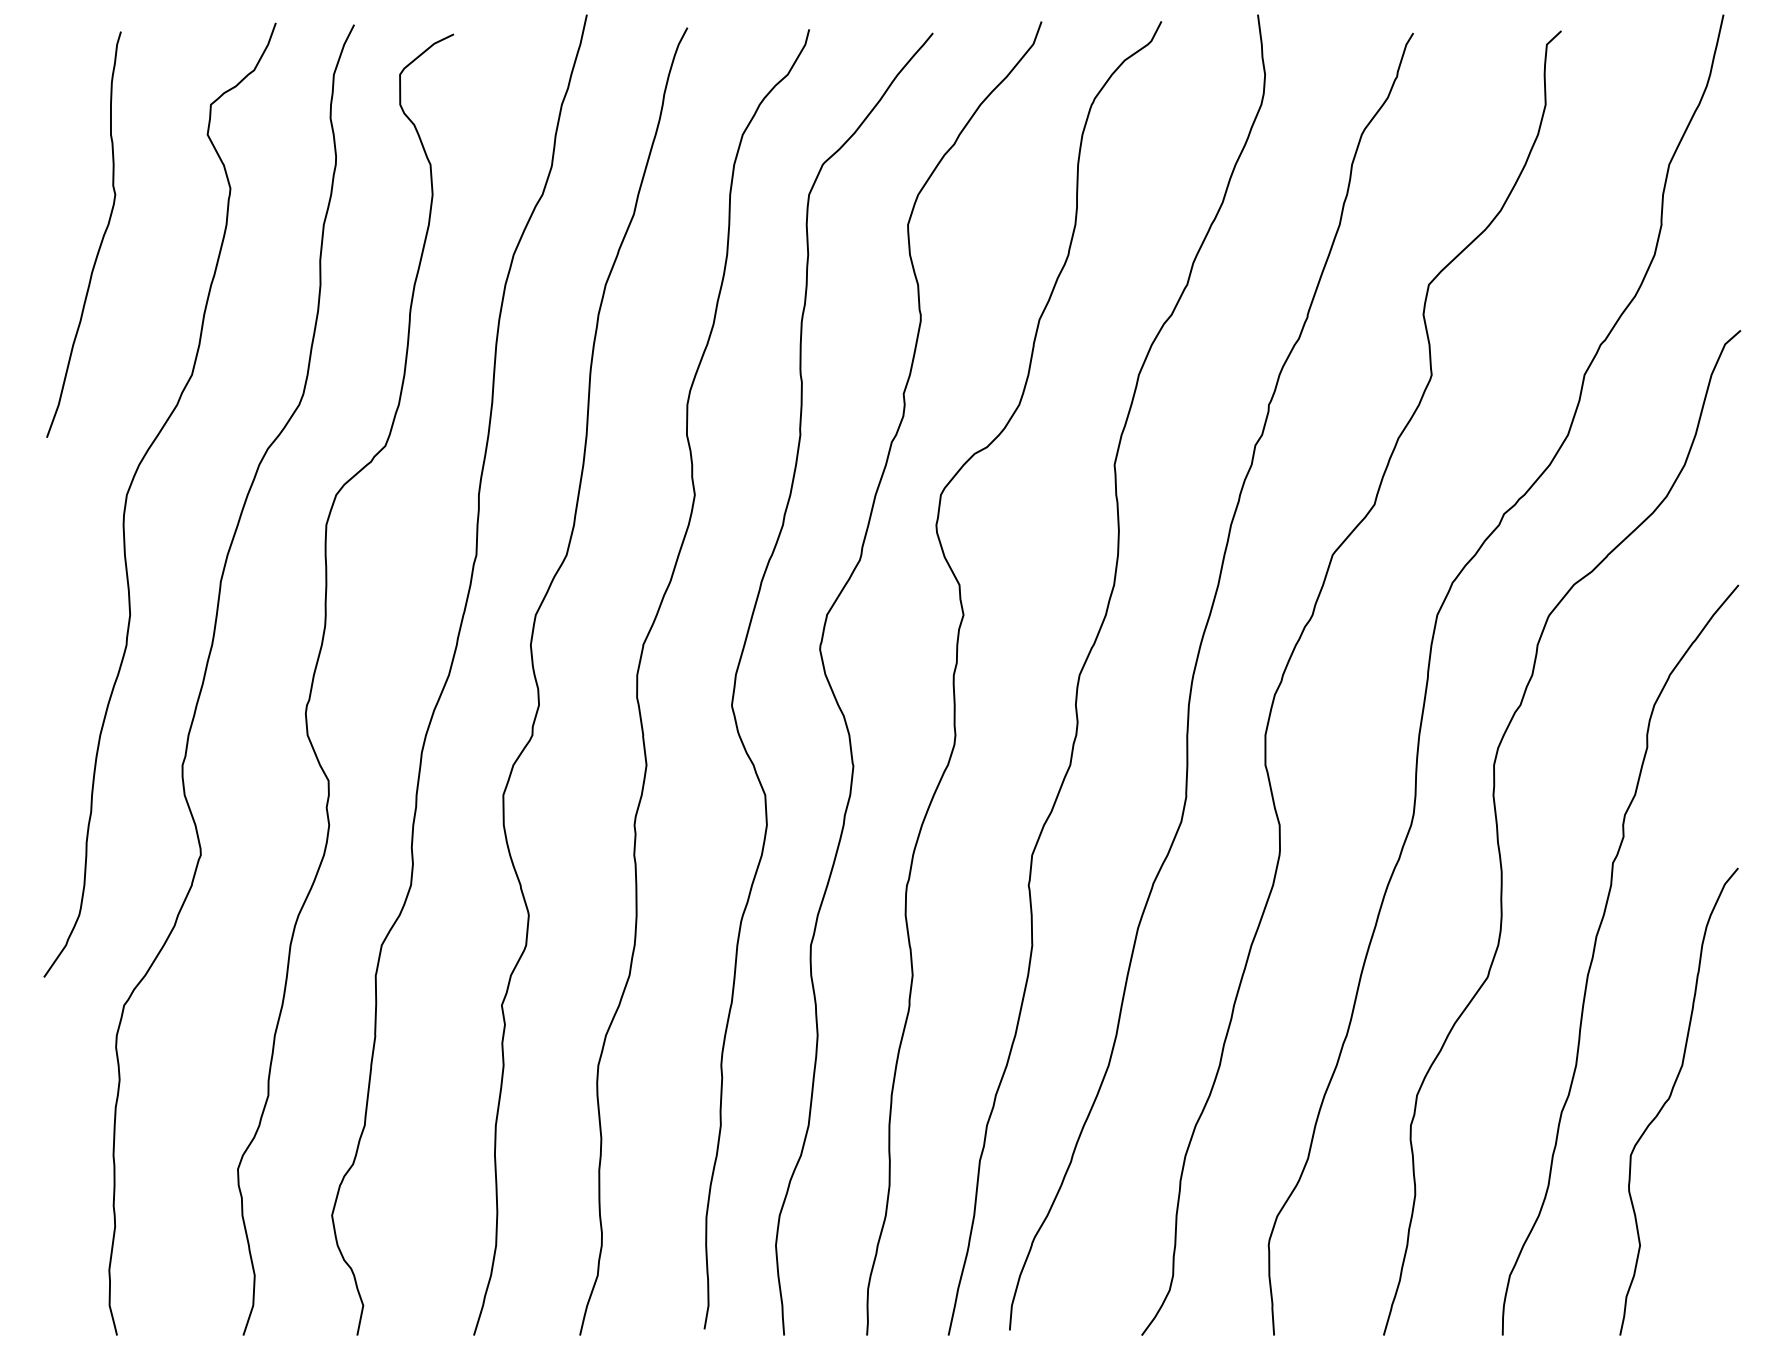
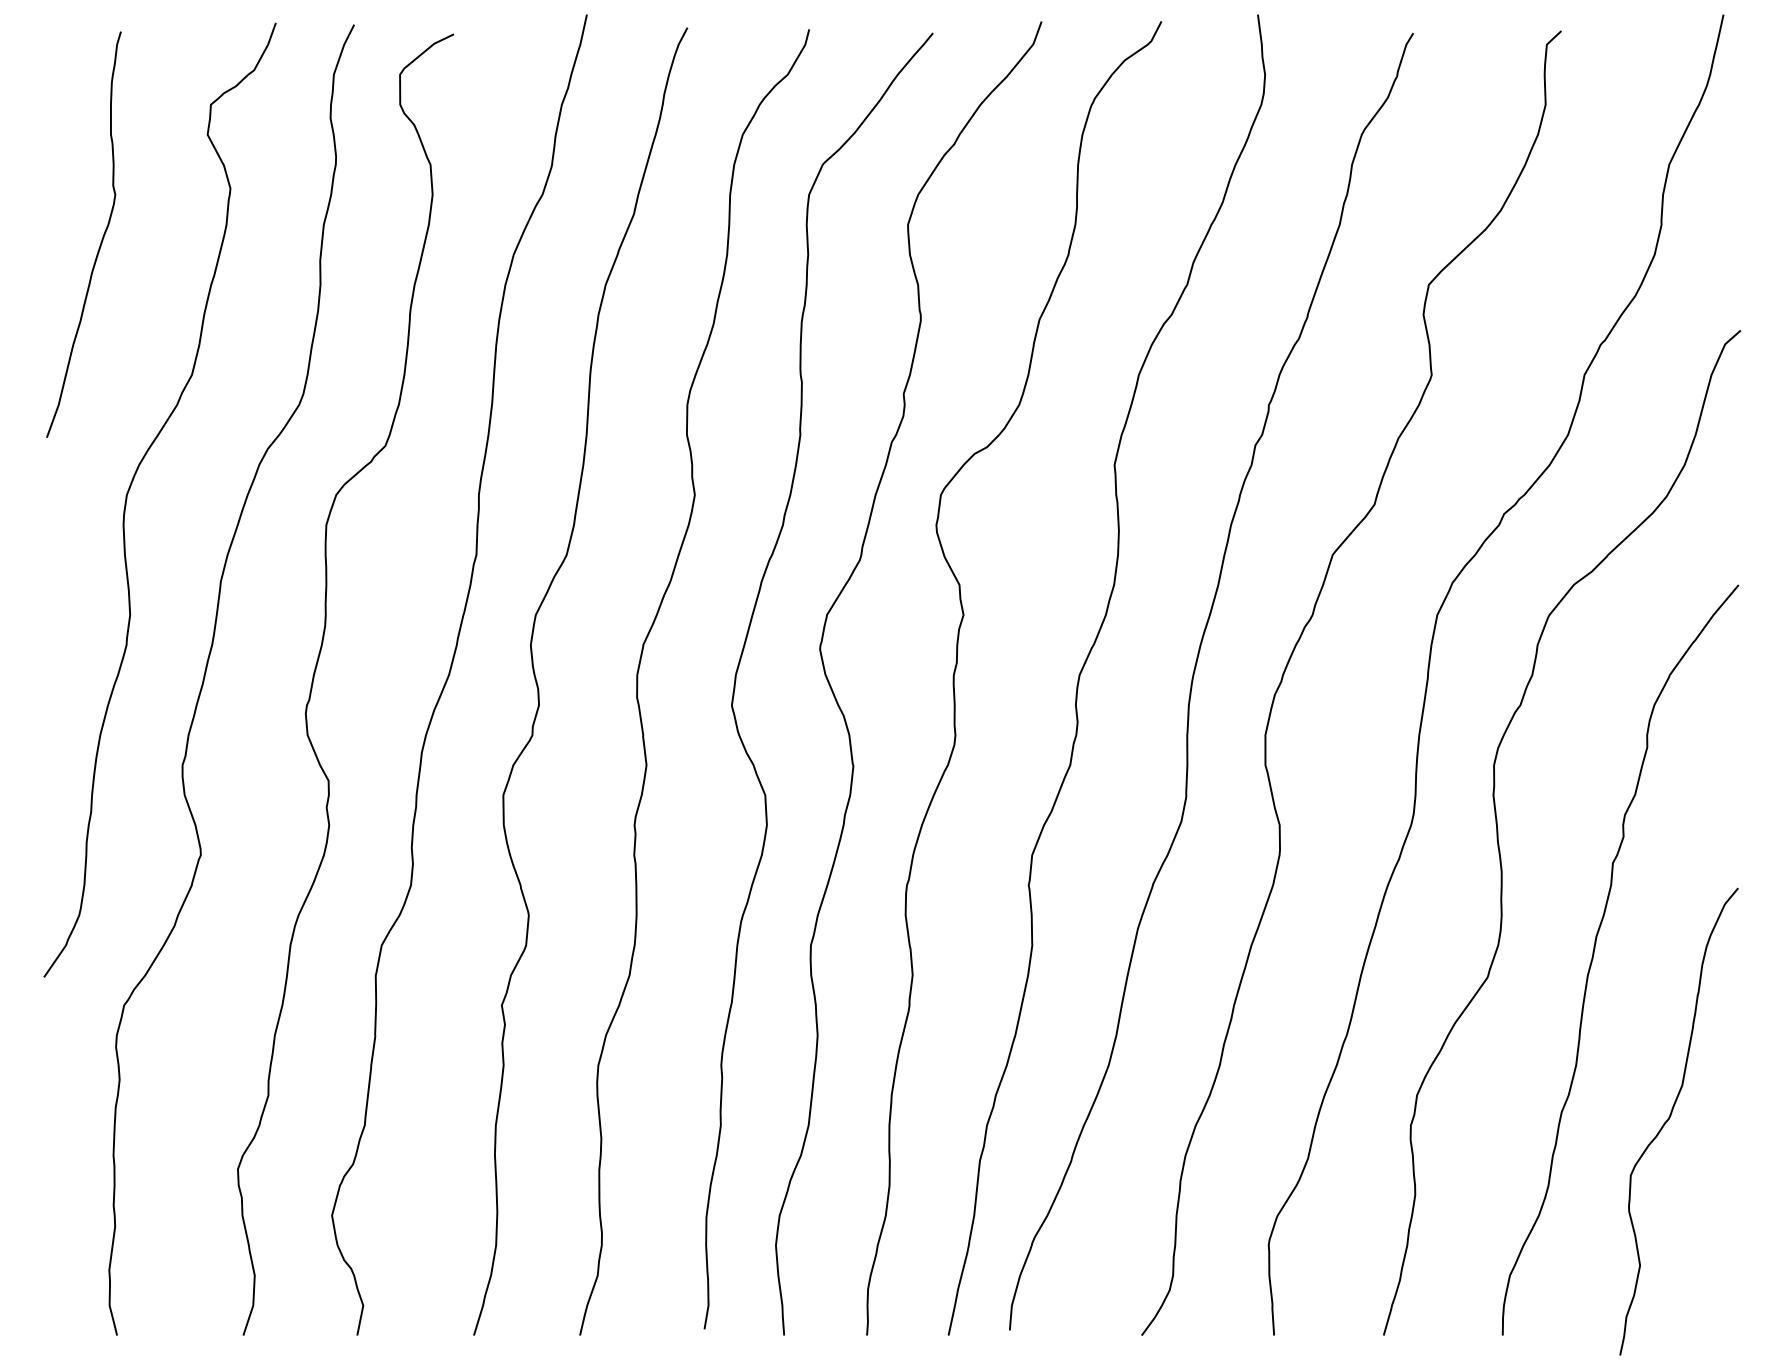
curve at (1670, 1097) position: (1670, 1097) -> (1670, 1117)
